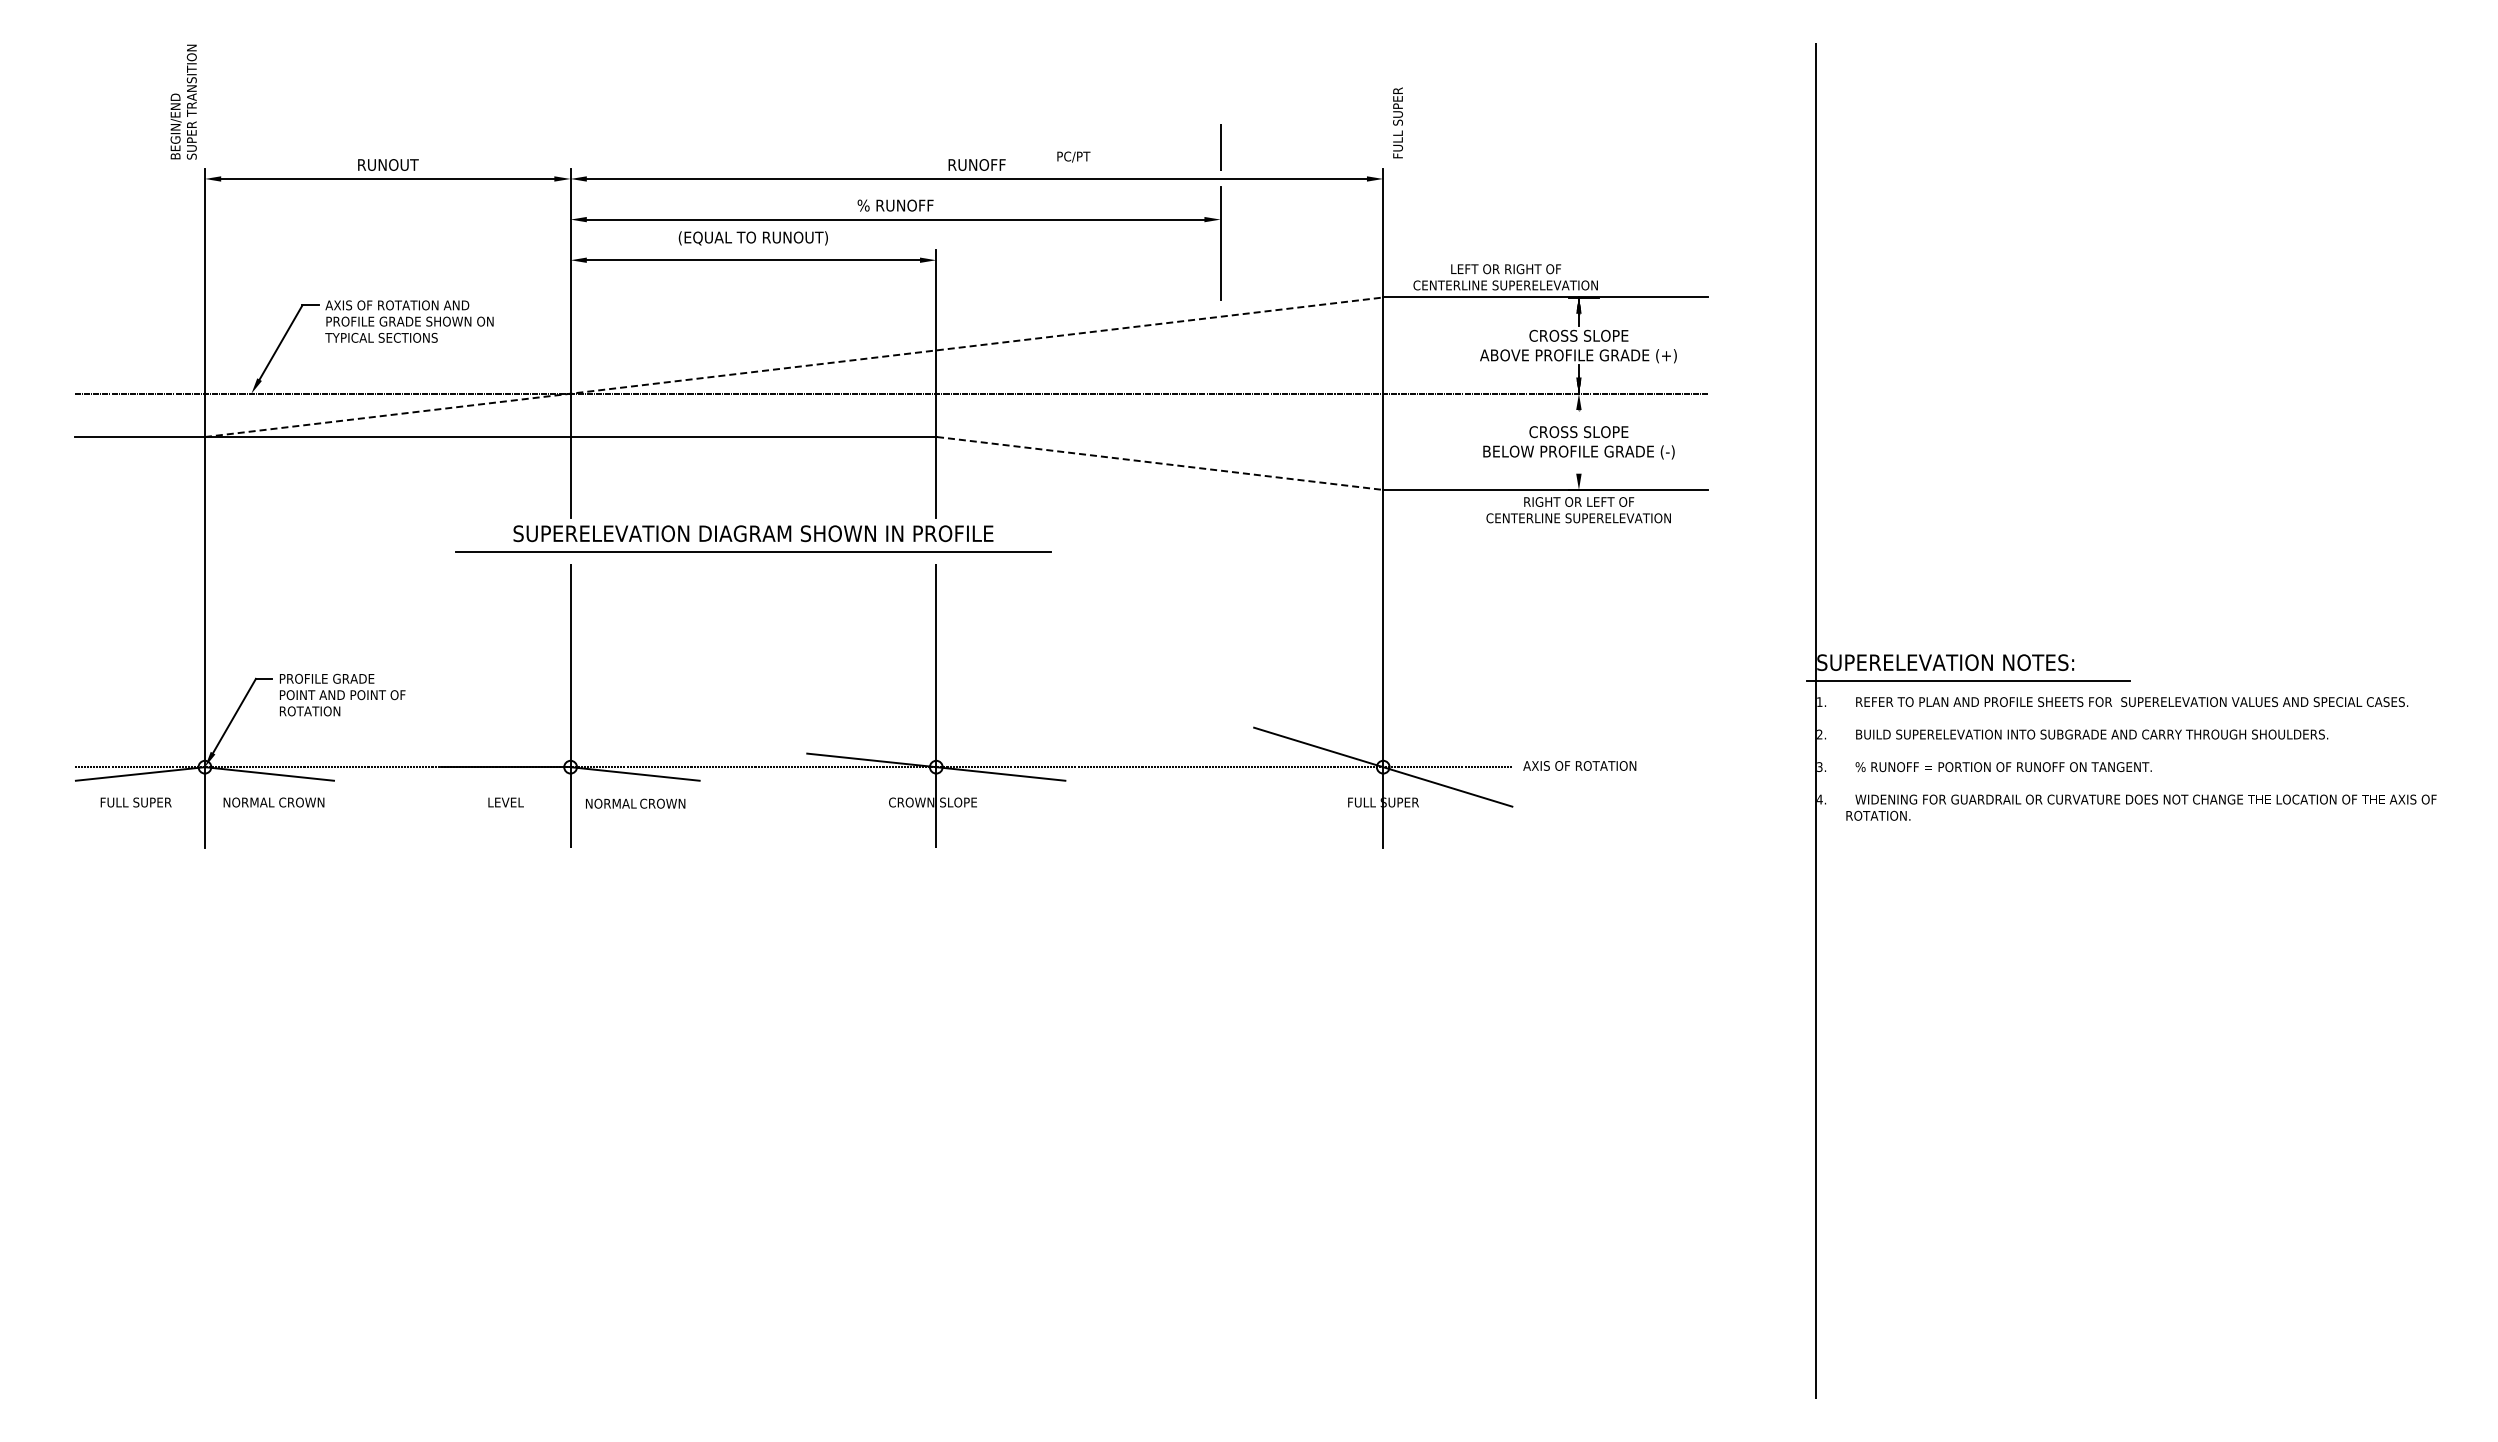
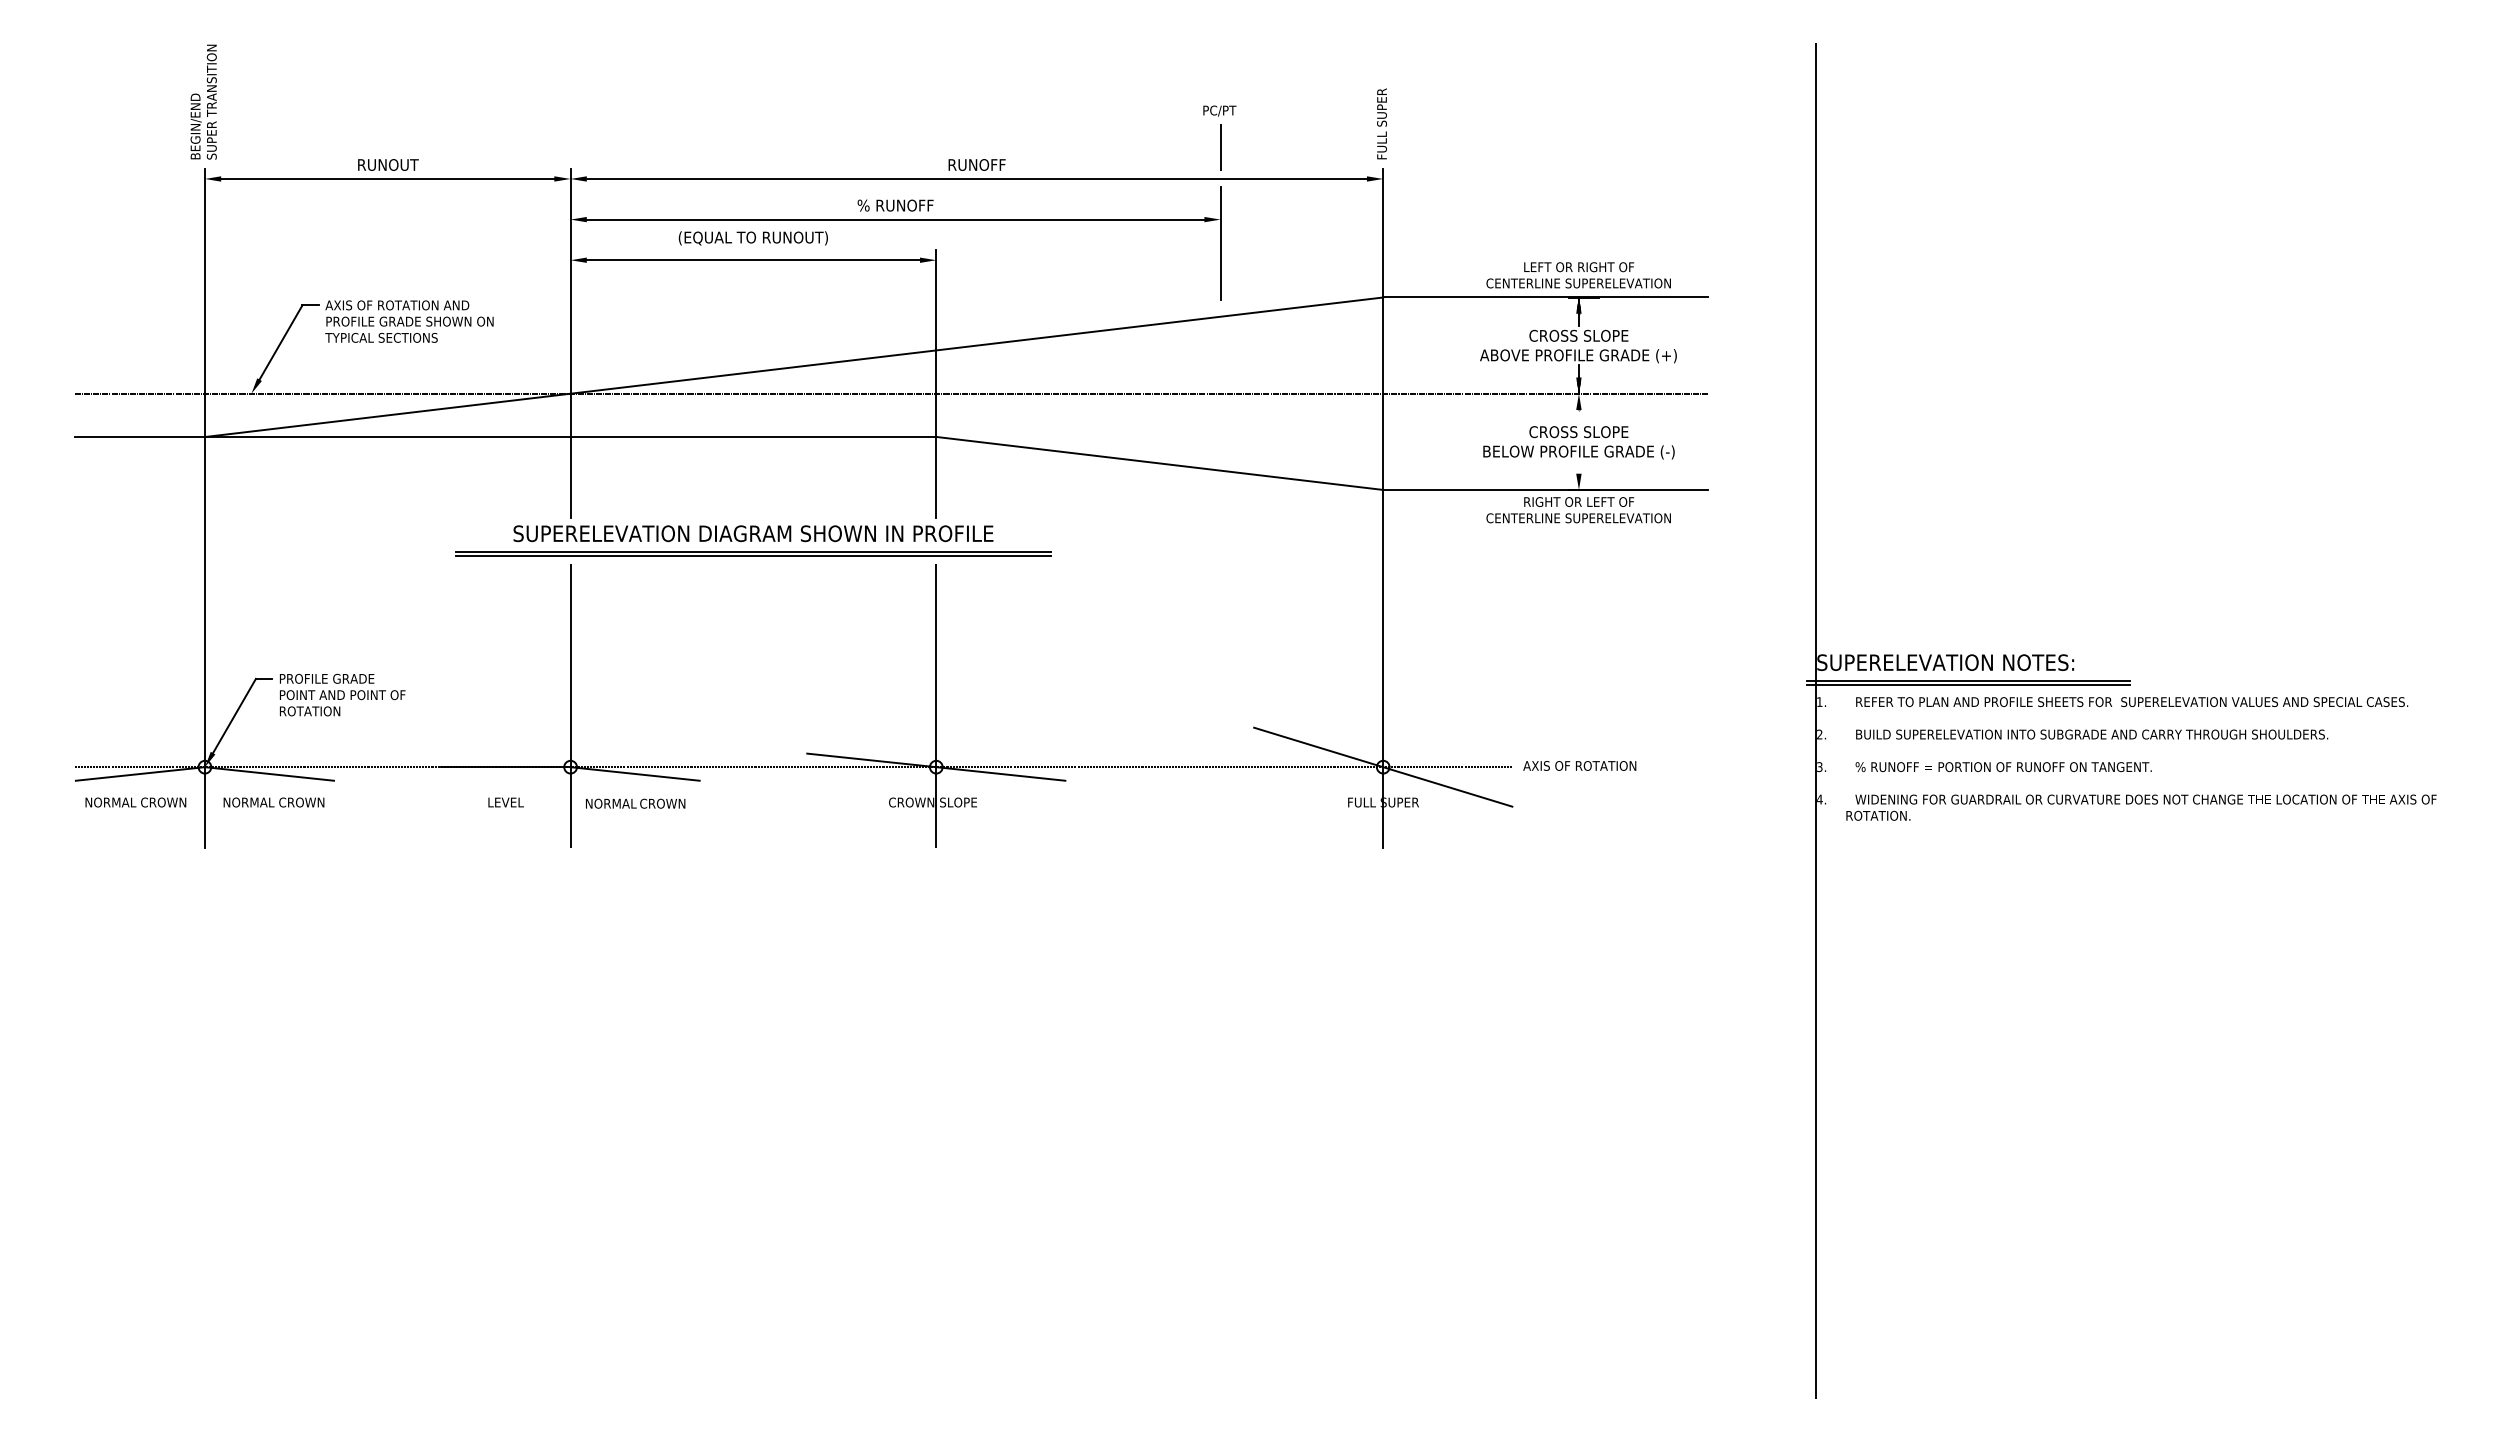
text at (183, 101) position: (183, 101) -> (203, 101)
text at (1397, 122) position: (1397, 122) -> (1381, 123)
text at (1073, 156) position: (1073, 156) -> (1219, 110)
text at (1505, 277) position: (1505, 277) -> (1578, 275)
line at (794, 367): dashed -> solid
line at (1160, 463): dashed -> solid
line at (753, 556): none -> present
line at (1968, 685): none -> present
text at (135, 802): FULL SUPER -> NORMAL CROWN
